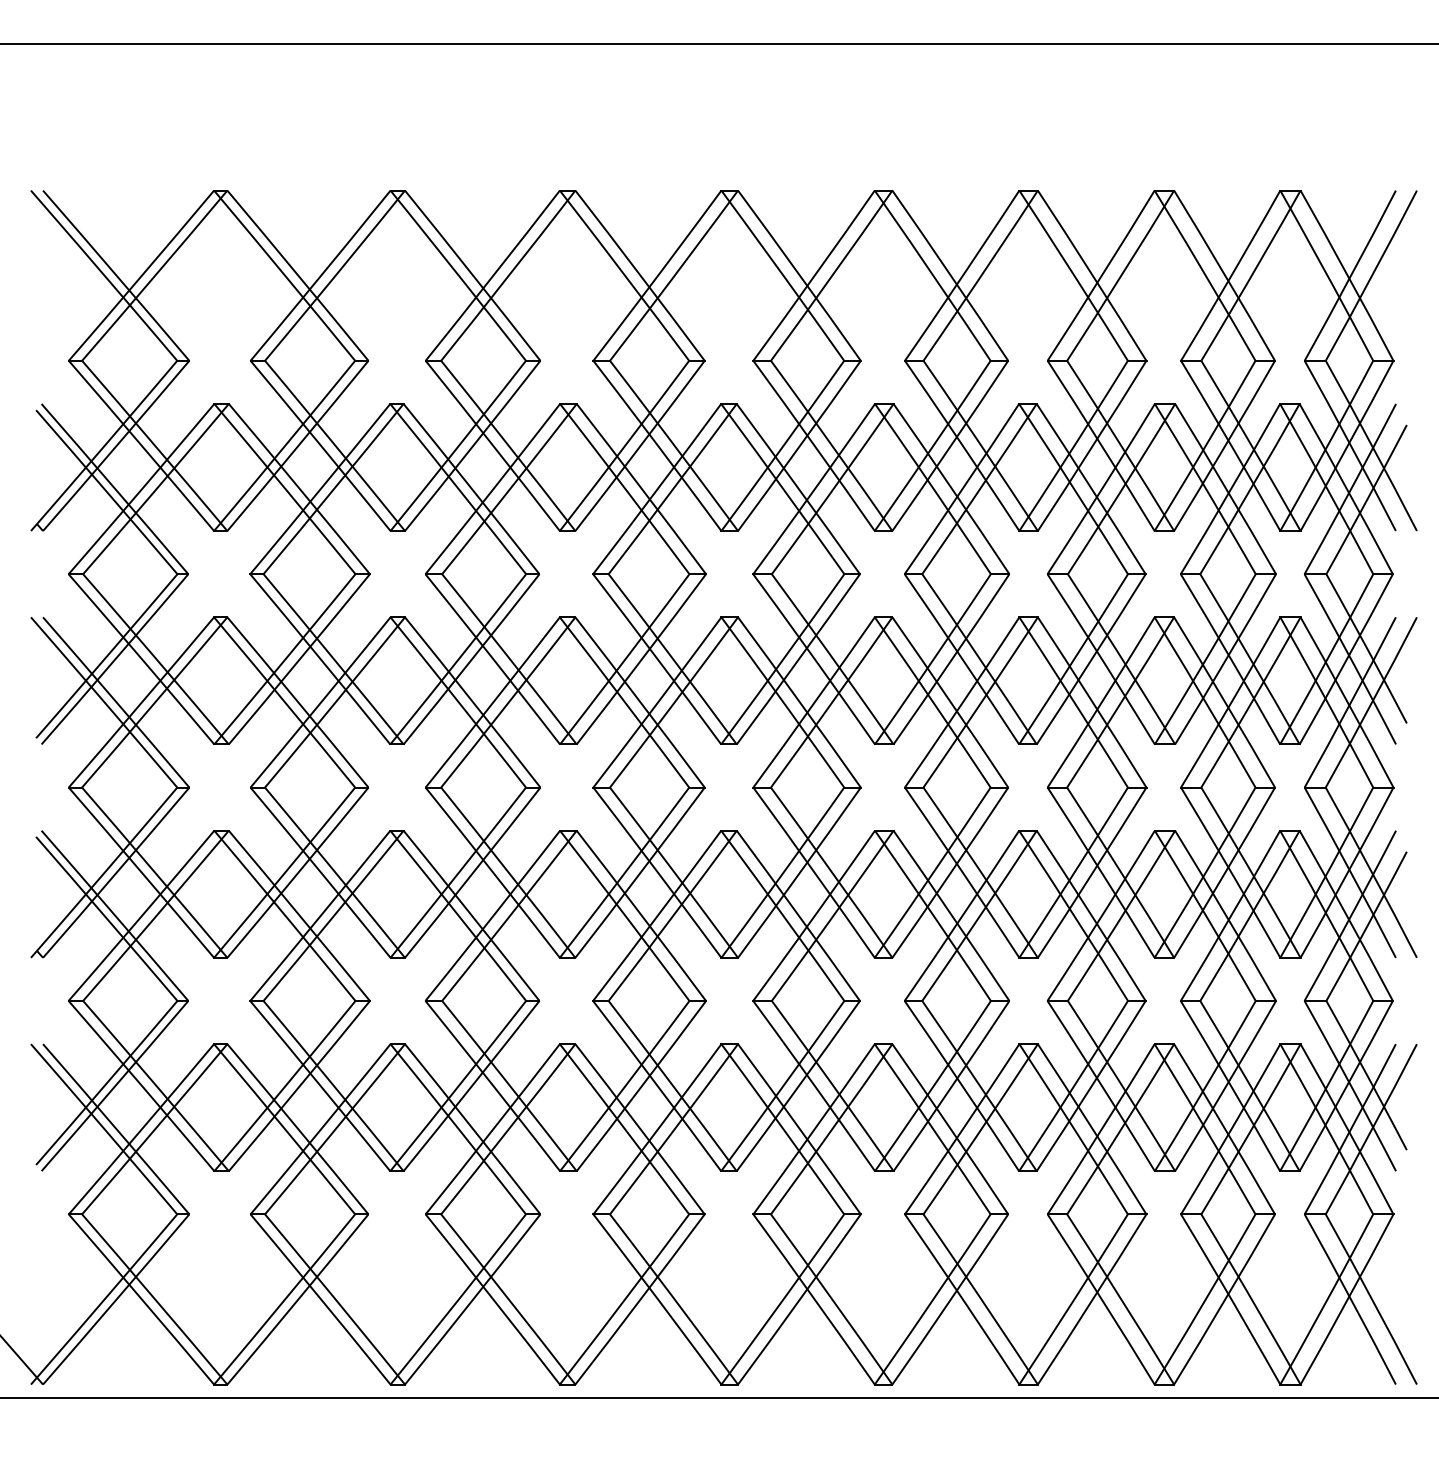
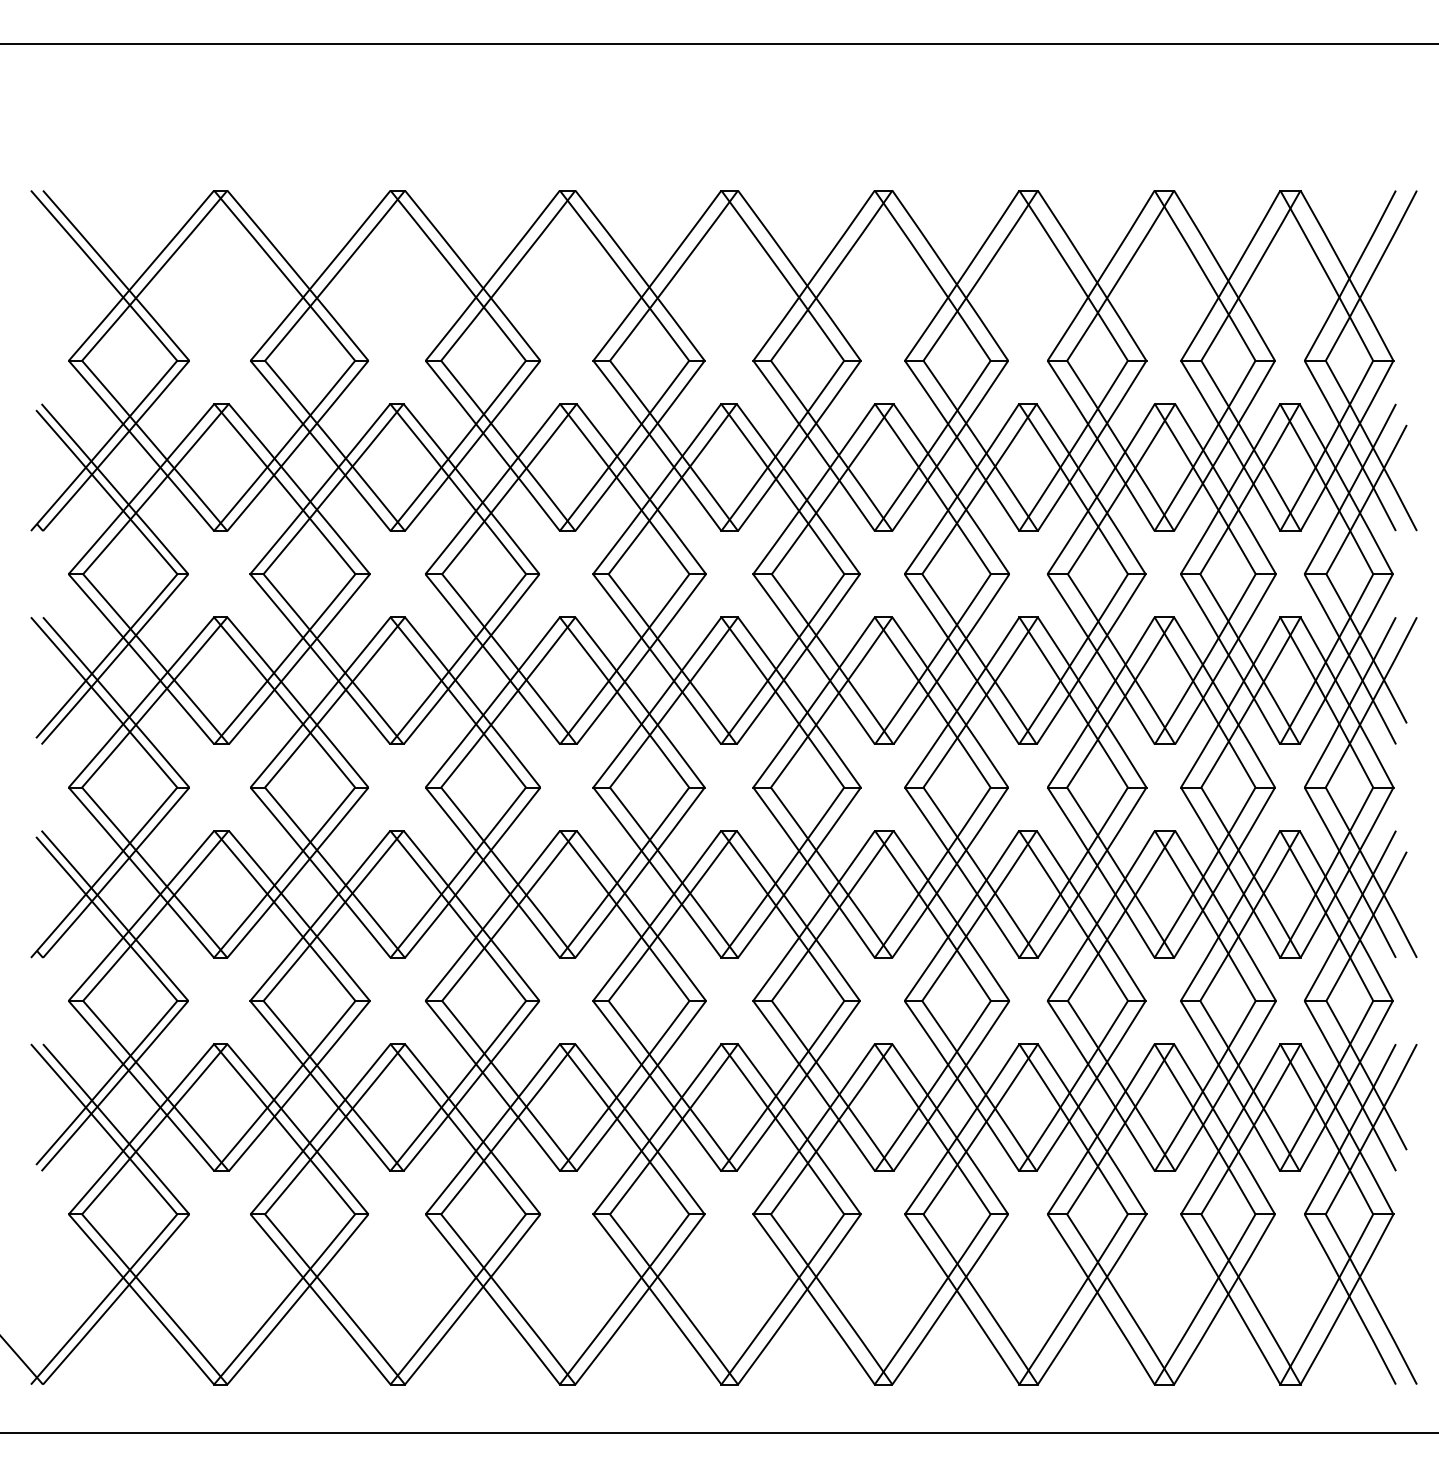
line at (718, 1397) position: (718, 1397) -> (718, 1432)
